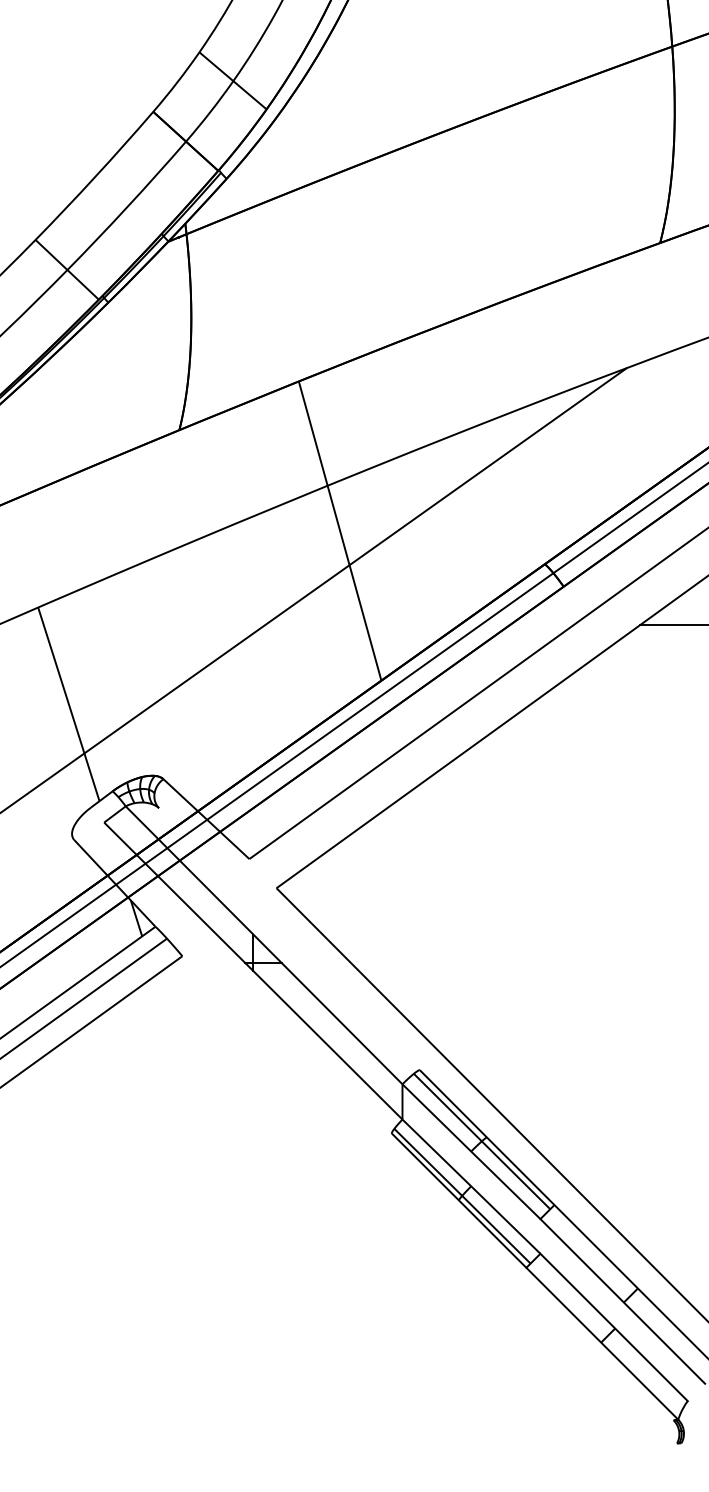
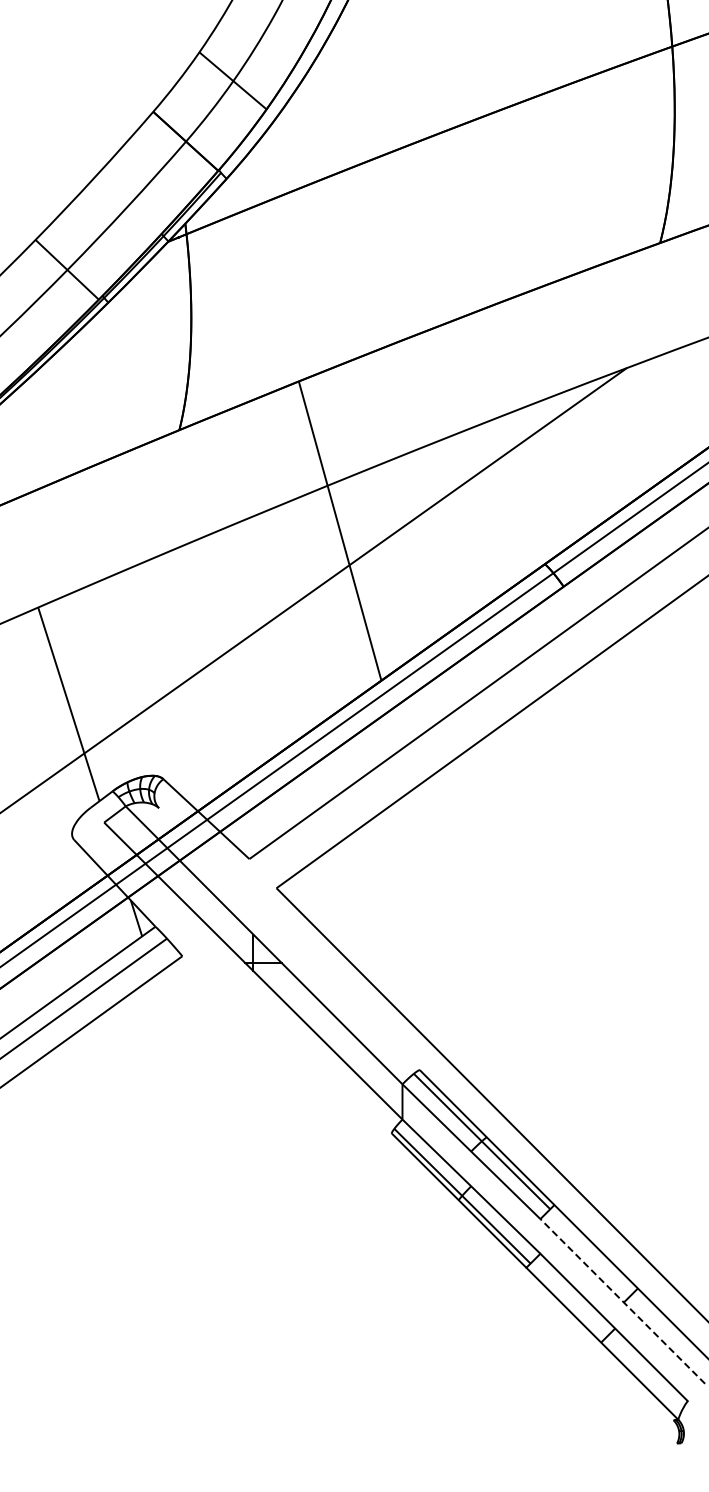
line at (672, 625): present -> none
line at (622, 1301): solid -> dashed
